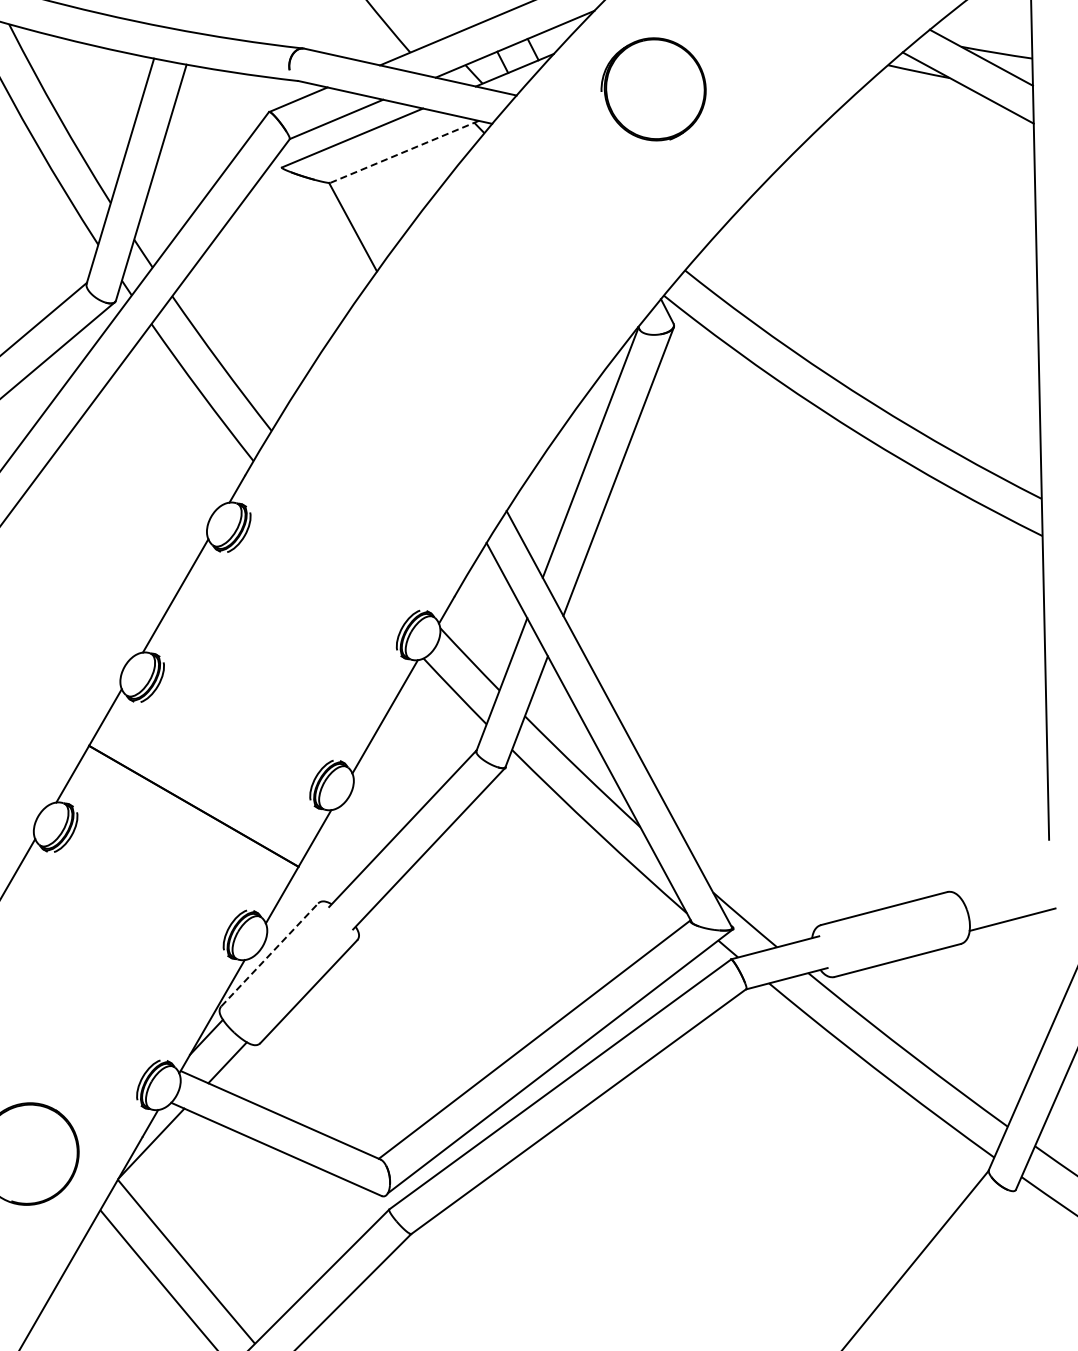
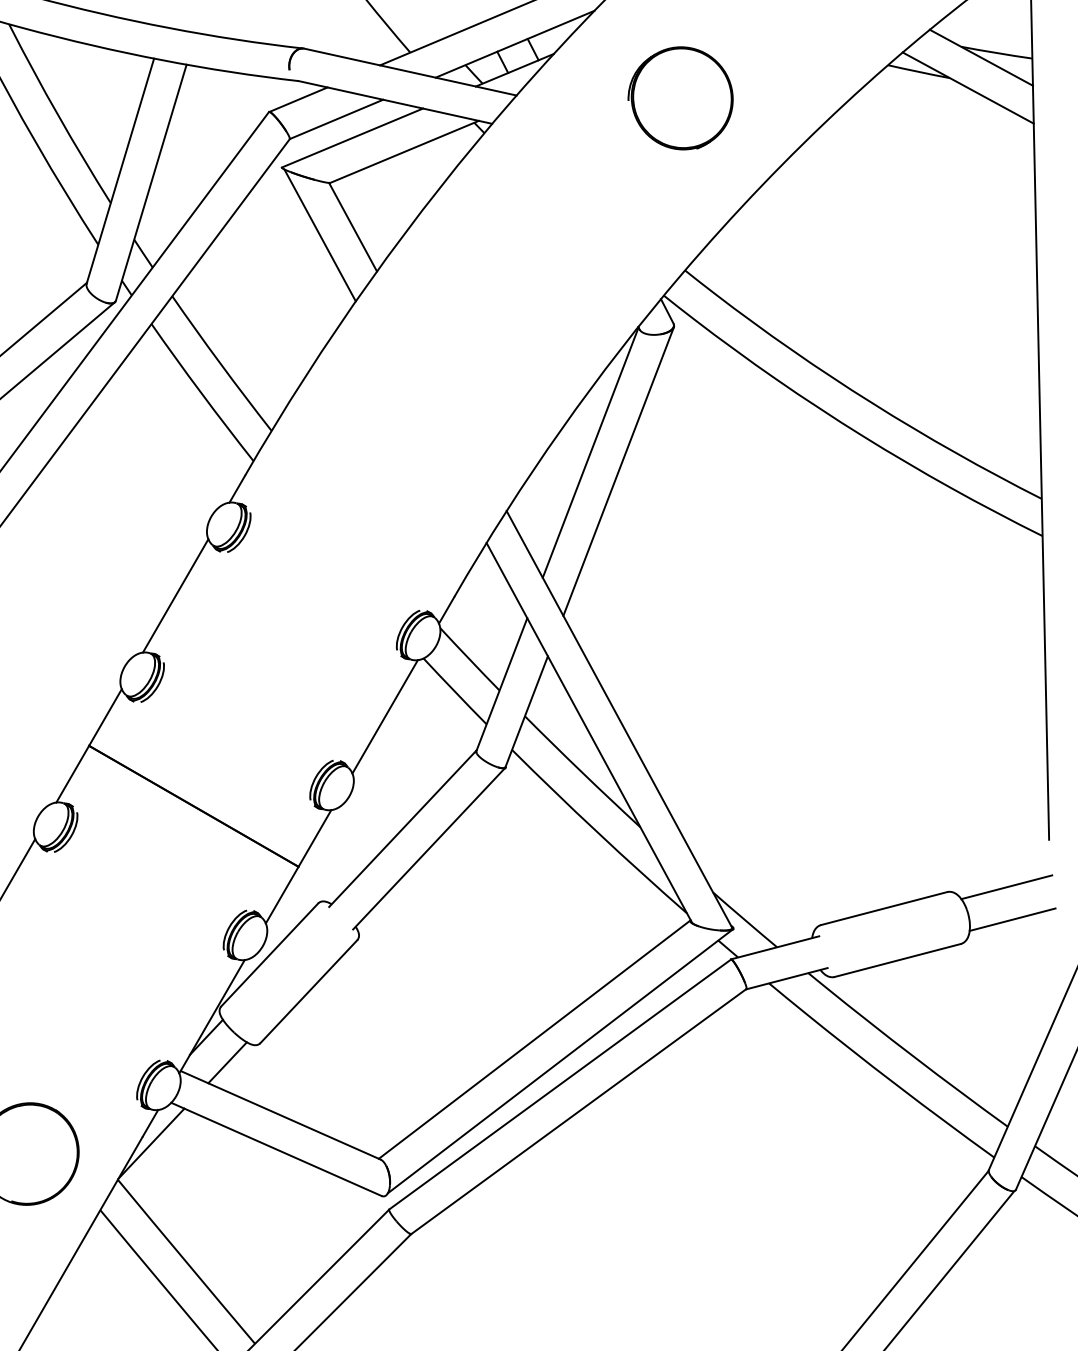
part at (653, 89) position: (653, 89) -> (680, 98)
line at (404, 152): dashed -> solid
line at (319, 235): none -> present
line at (1006, 887): none -> present
line at (269, 954): dashed -> solid
line at (950, 1269): none -> present
